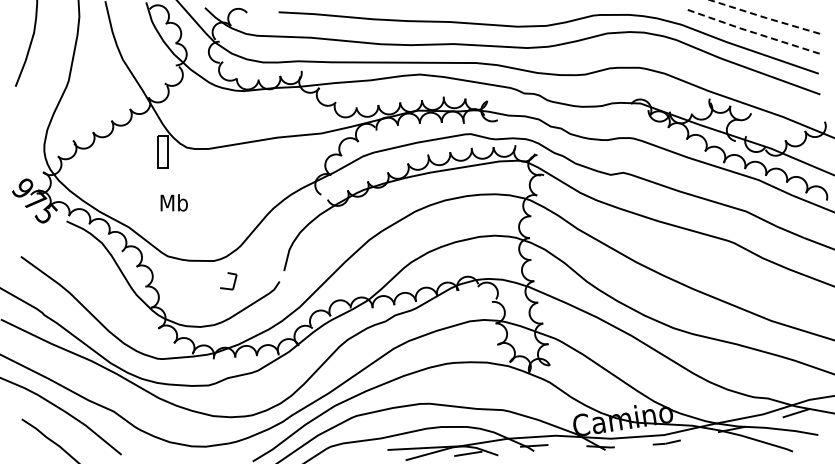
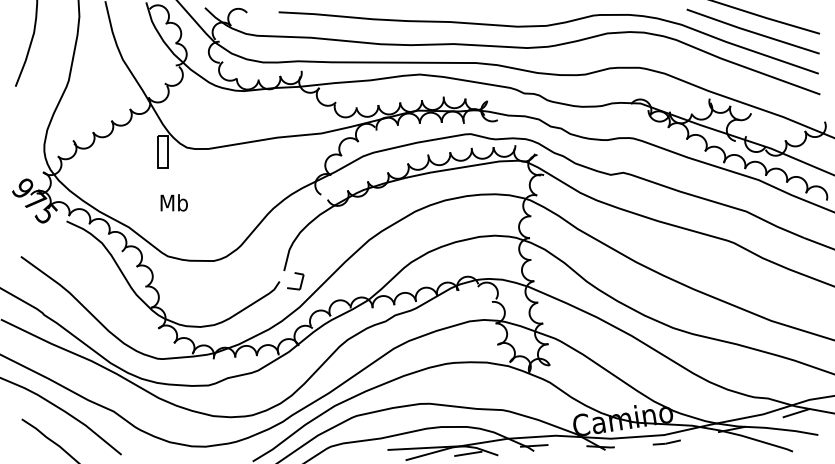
line at (764, 17): dashed -> solid
line at (752, 32): dashed -> solid
part at (228, 281) position: (228, 281) -> (295, 281)
